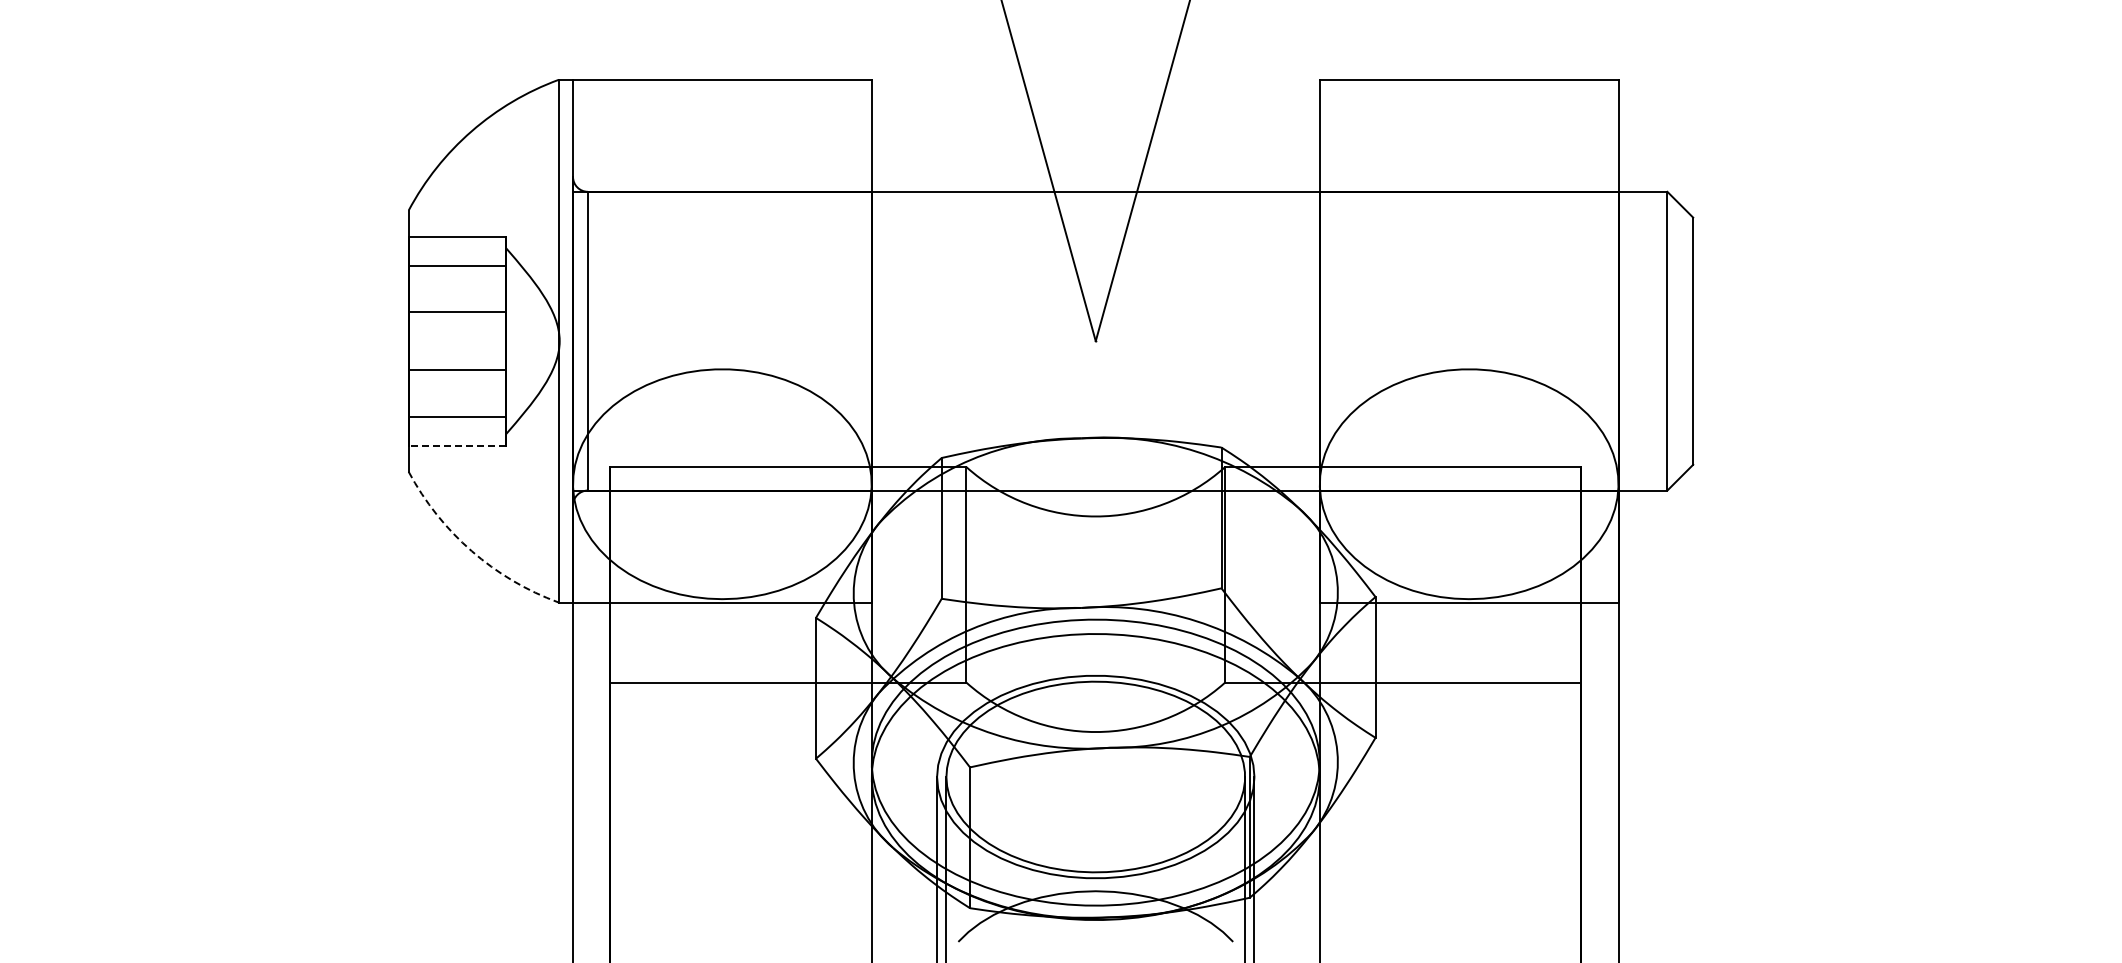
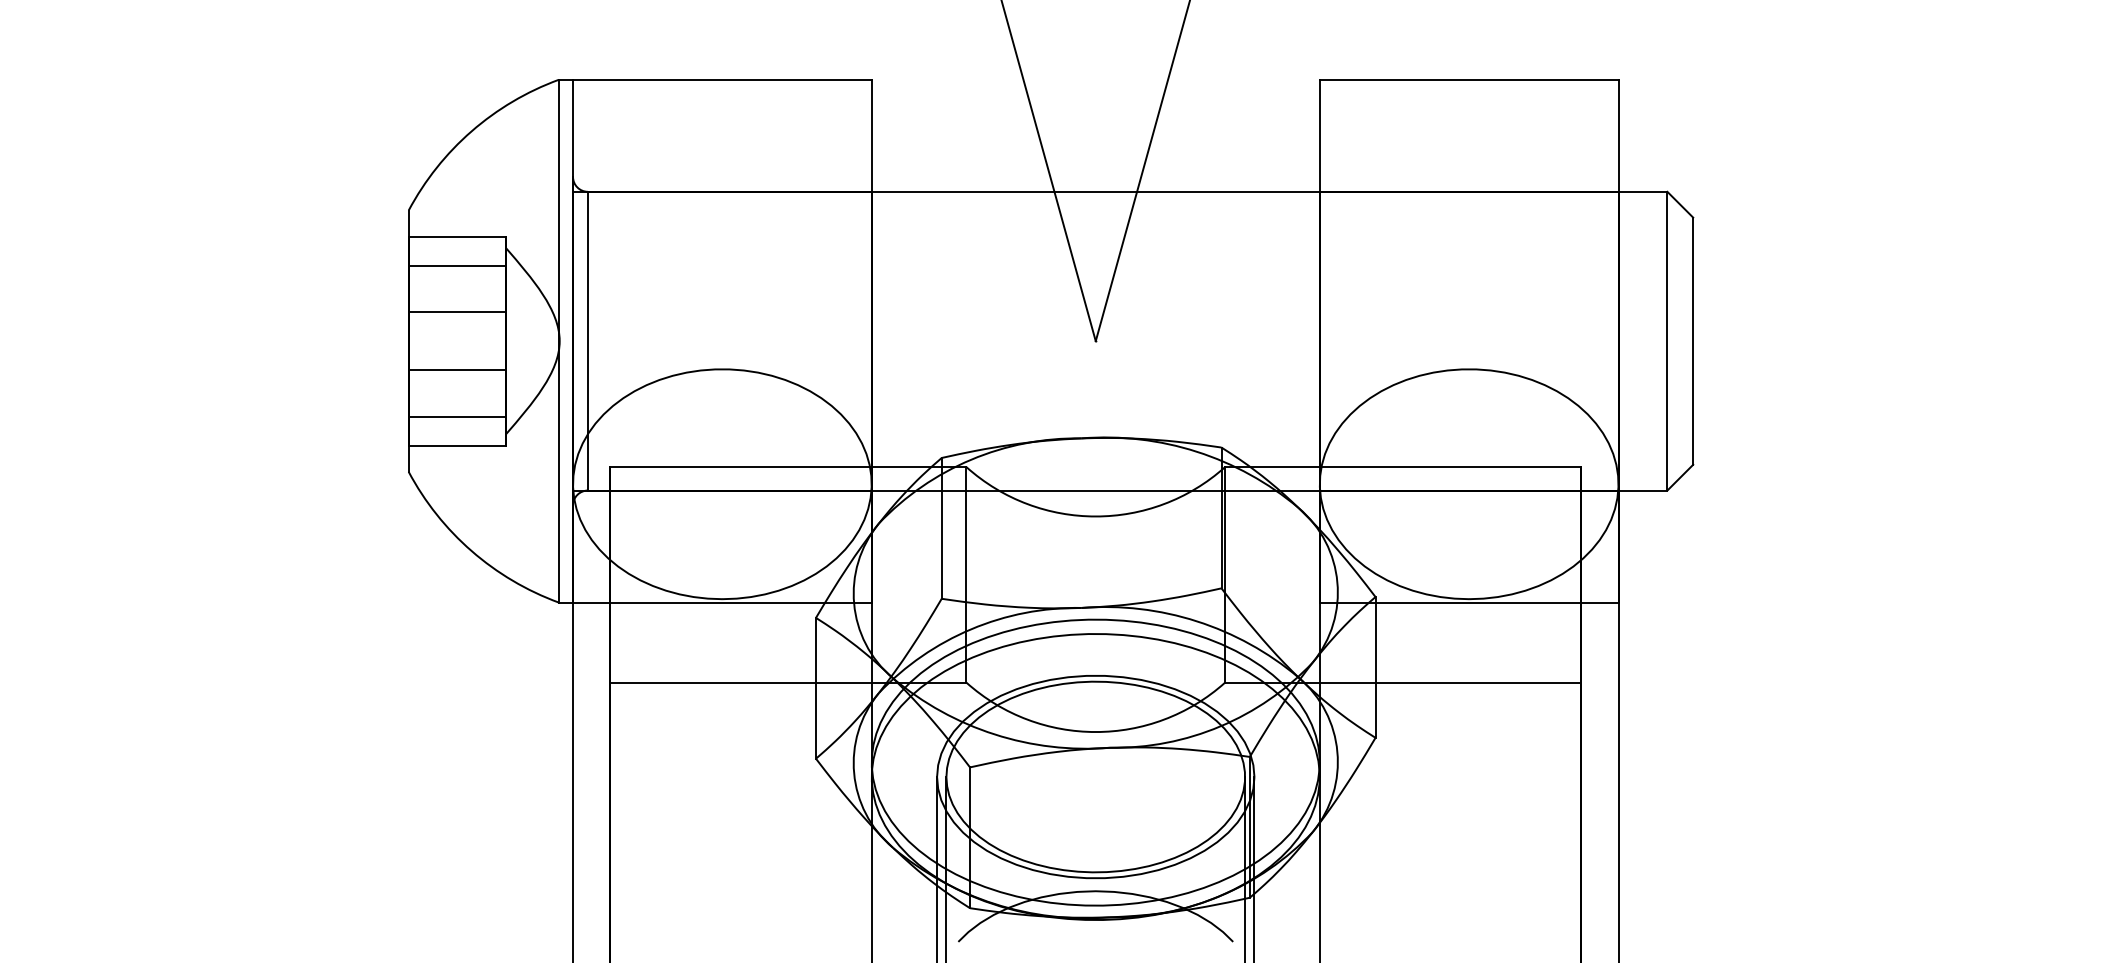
line at (457, 445): dashed -> solid
arc at (471, 551): dashed -> solid
